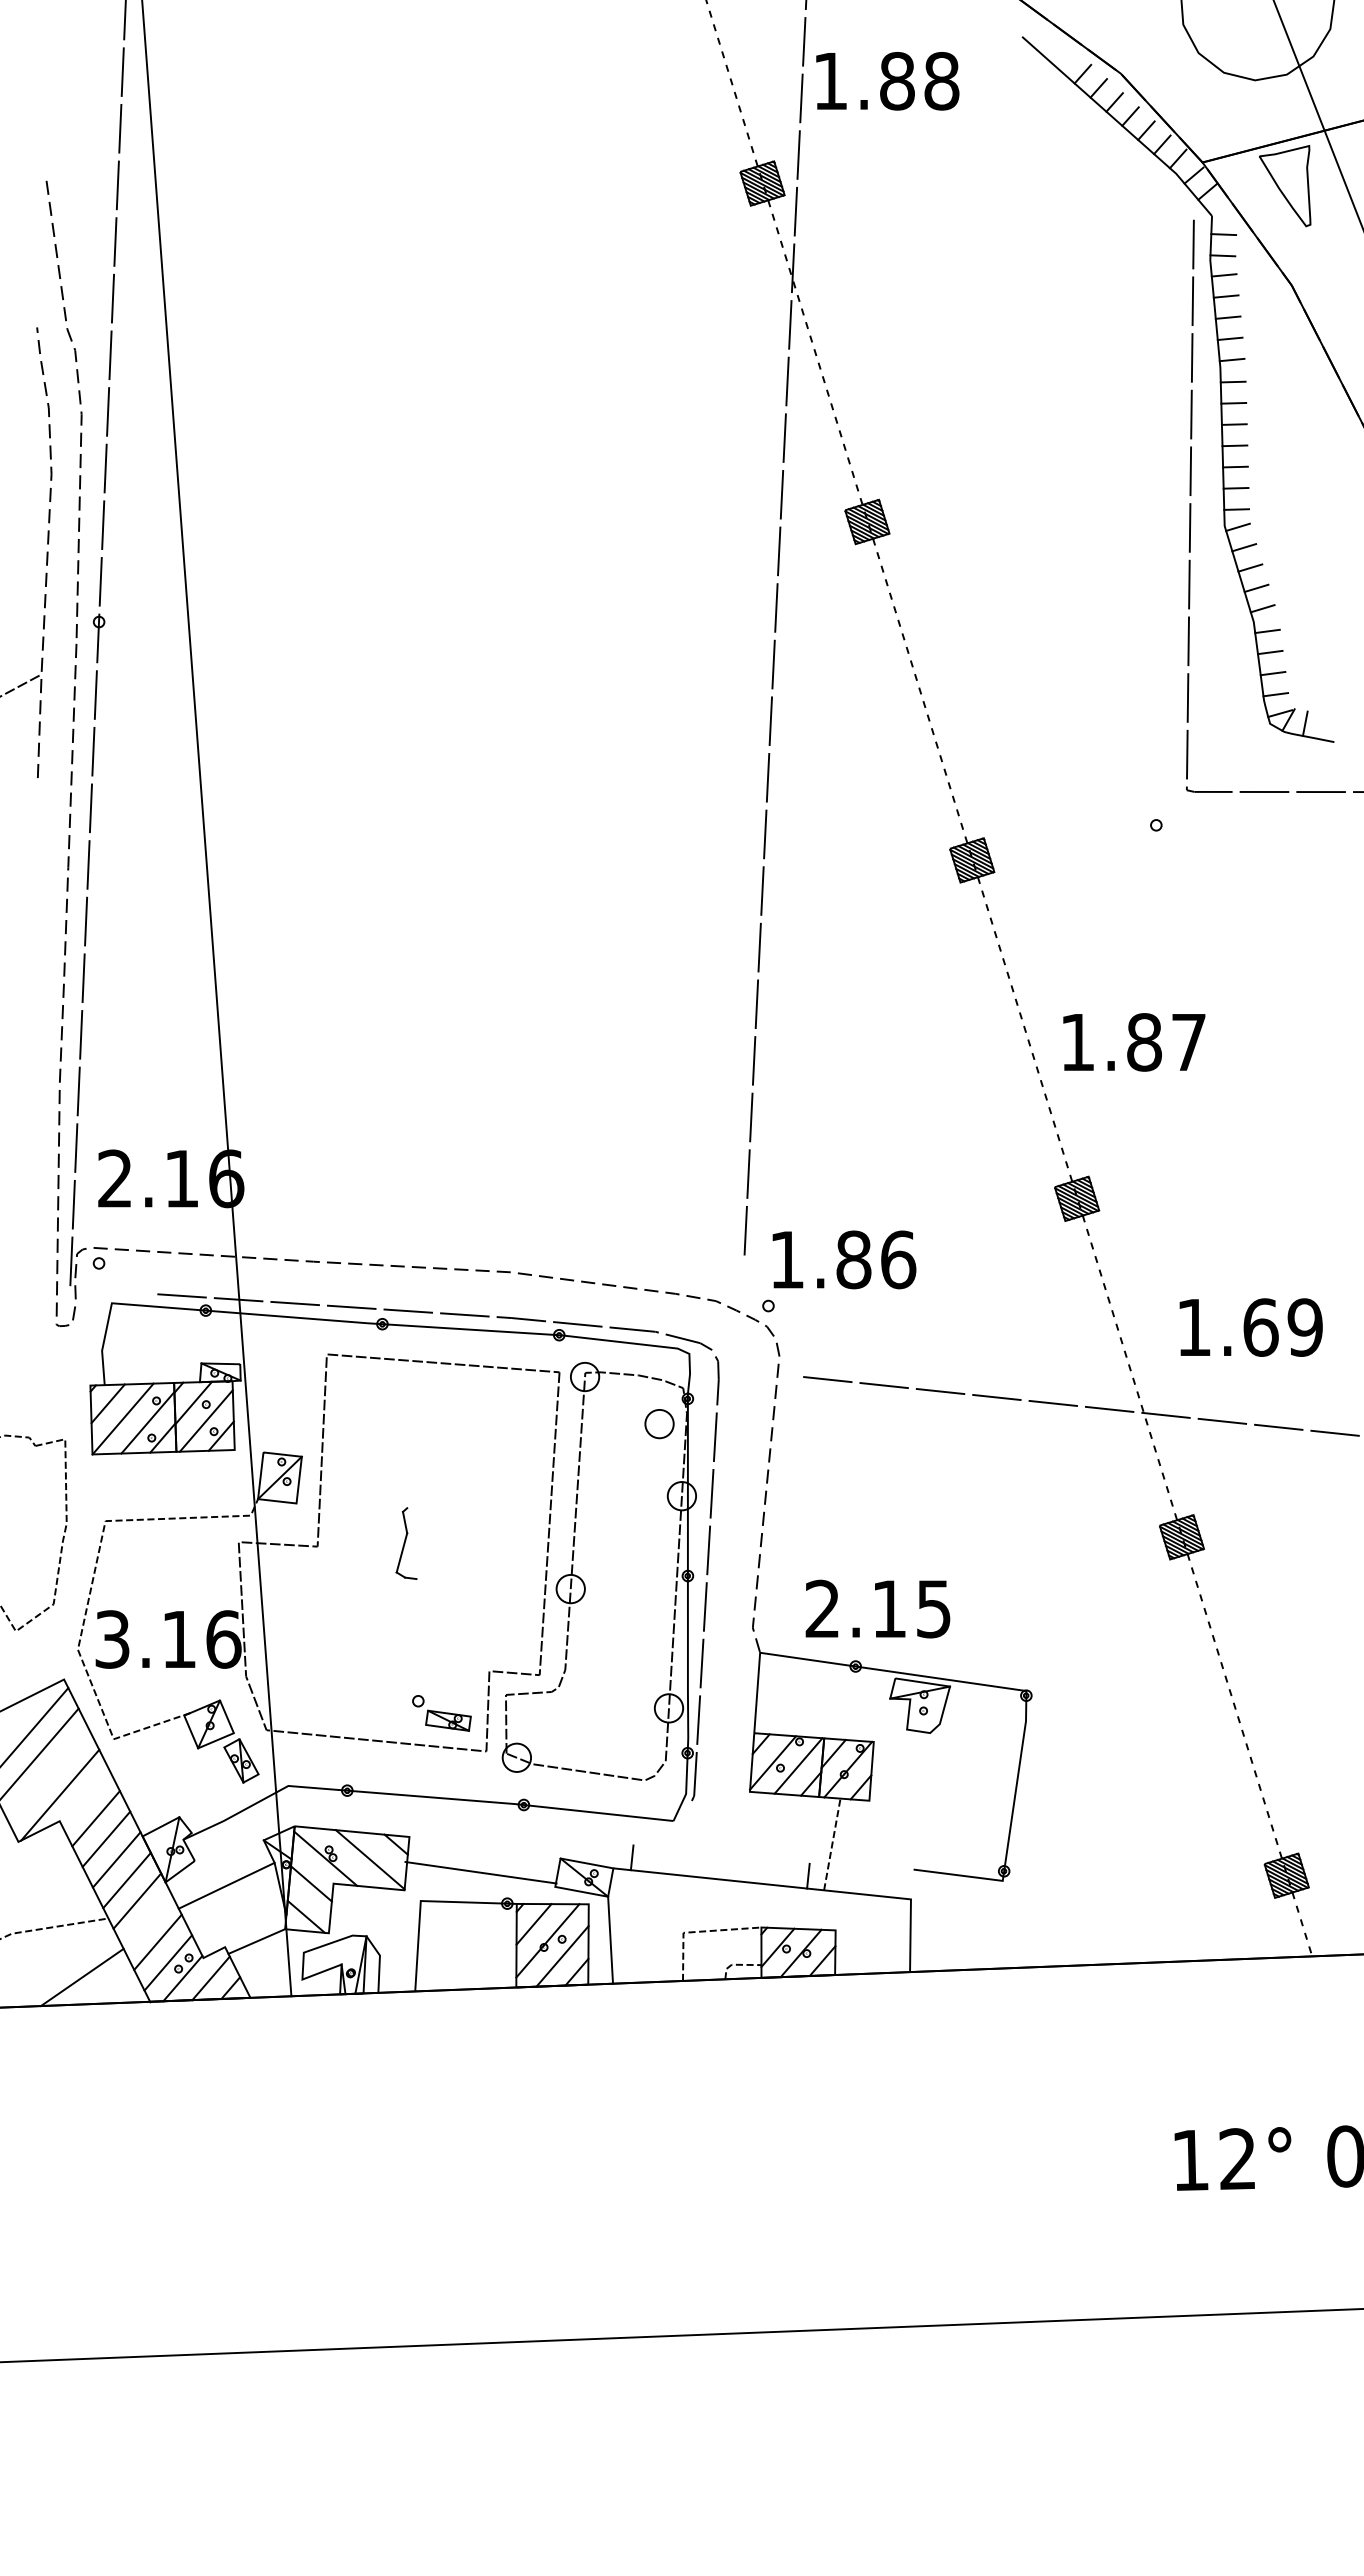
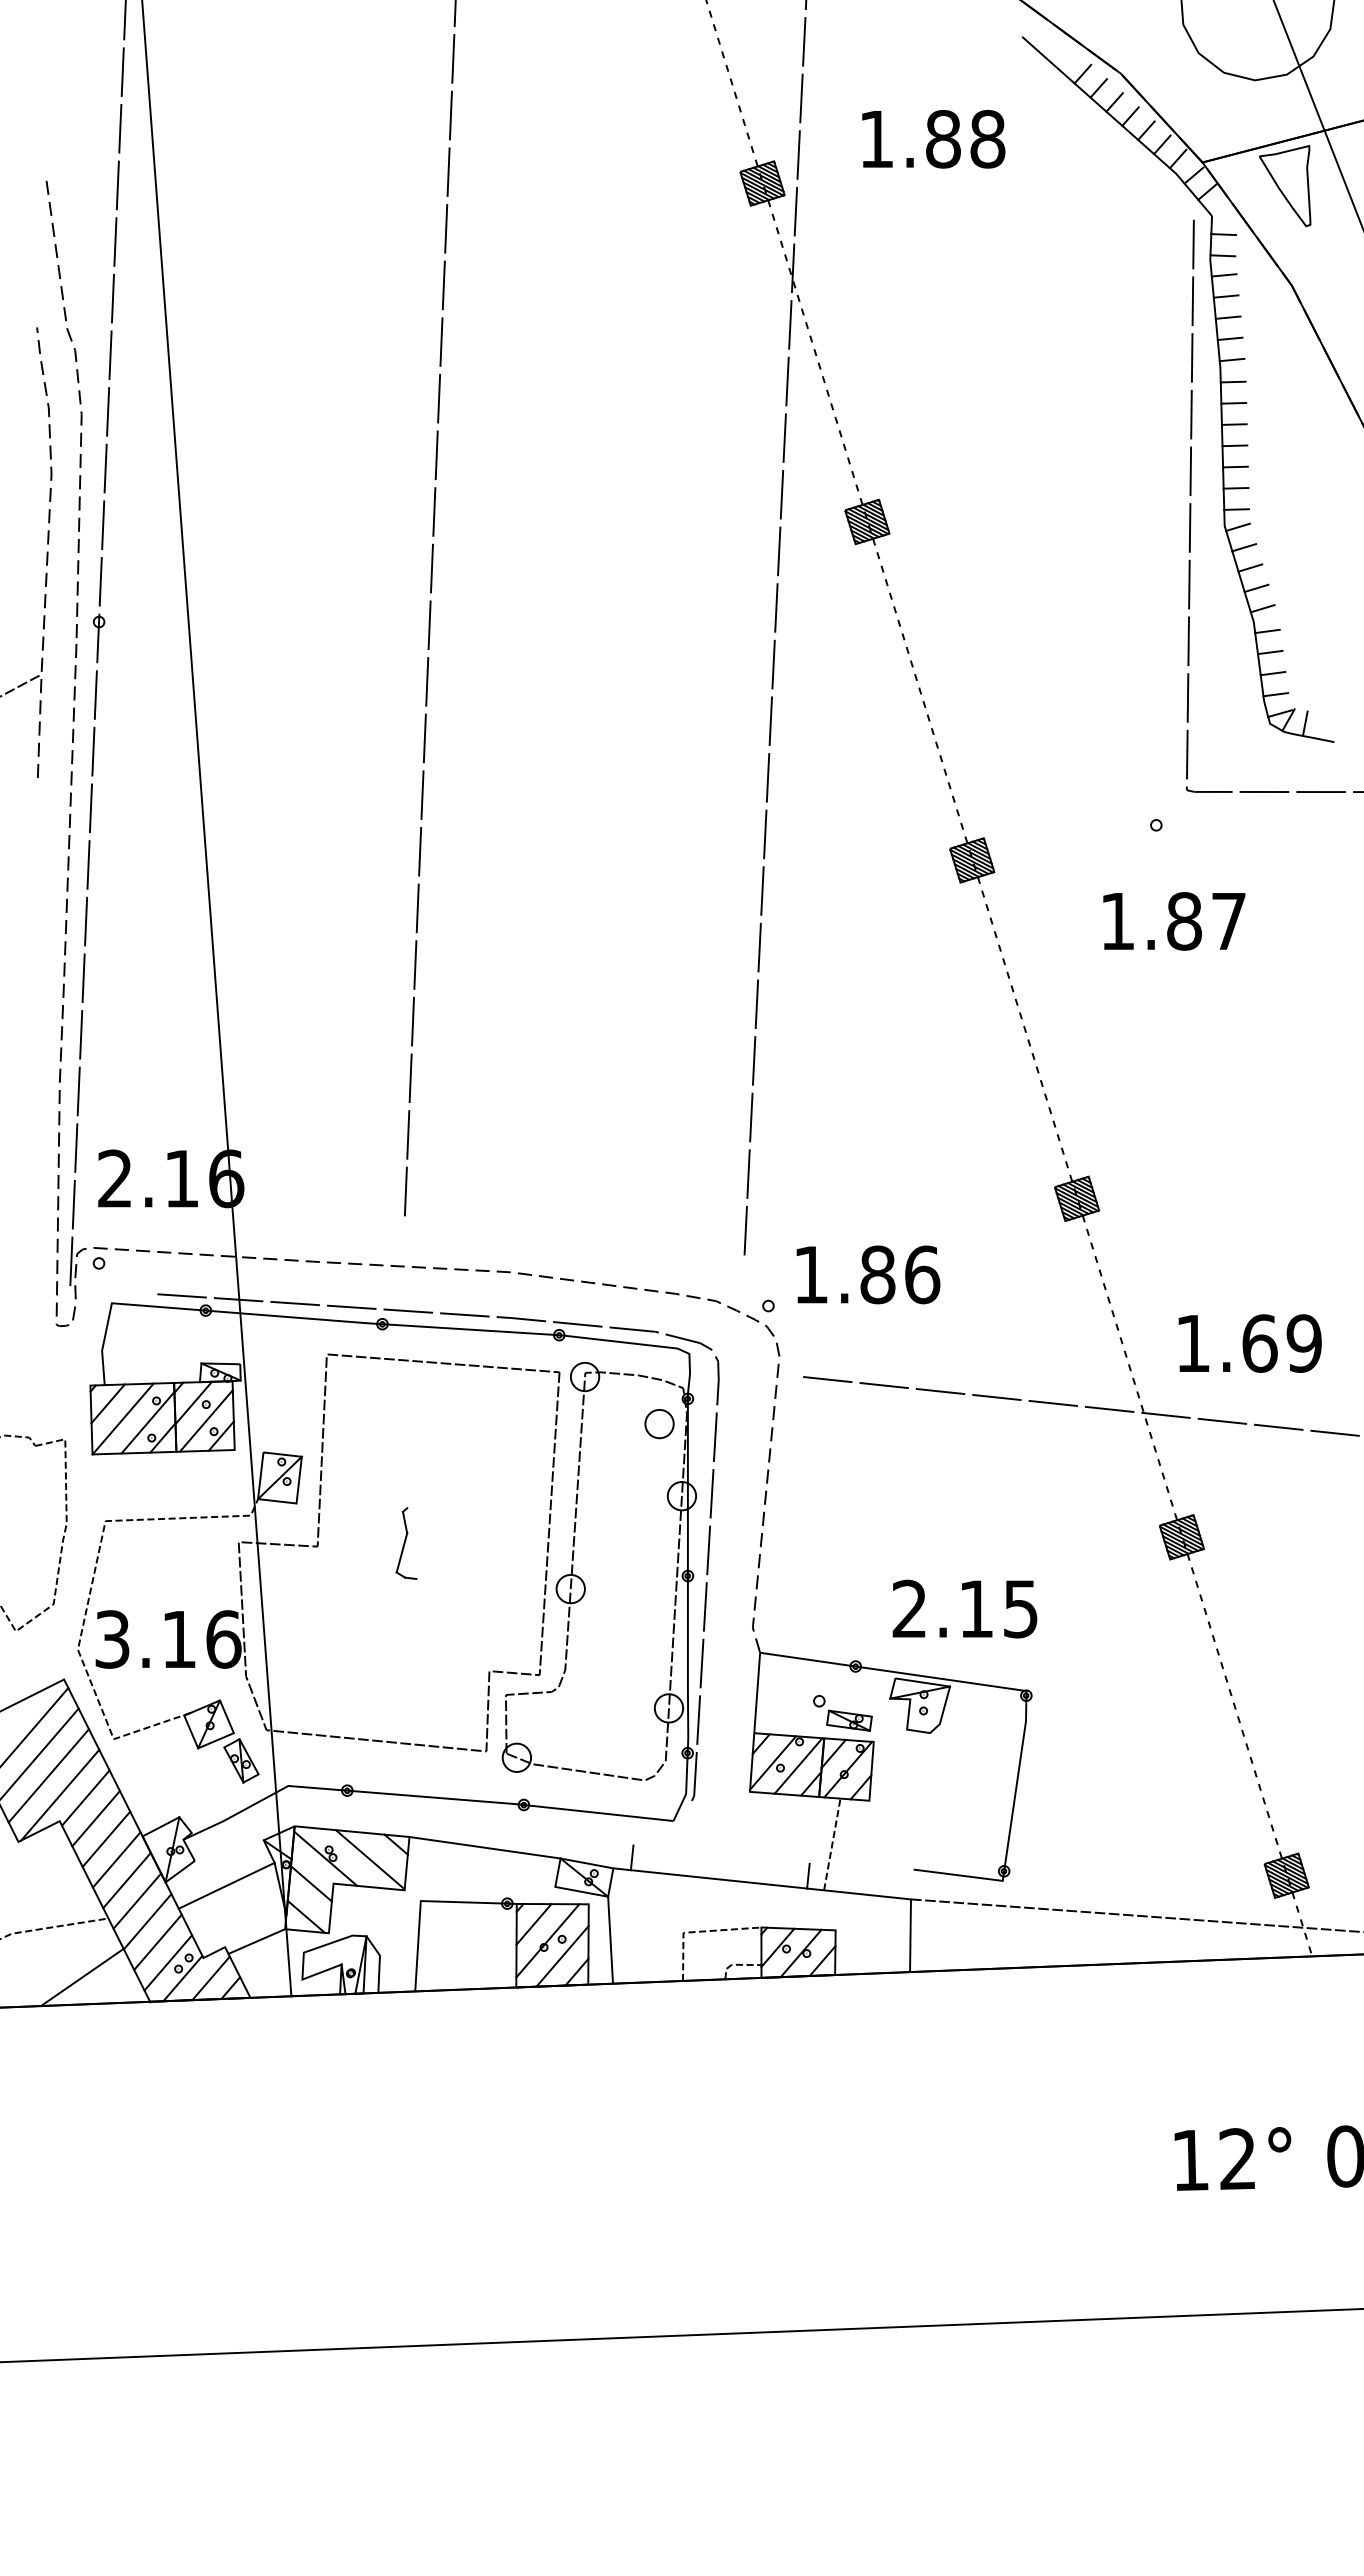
text at (887, 81) position: (887, 81) -> (933, 139)
line at (429, 609): none -> present
text at (1134, 1042) position: (1134, 1042) -> (1174, 921)
text at (844, 1259) position: (844, 1259) -> (868, 1274)
text at (1250, 1327) position: (1250, 1327) -> (1249, 1343)
text at (877, 1608) position: (877, 1608) -> (964, 1608)
part at (441, 1713) position: (441, 1713) -> (842, 1713)
line at (48, 1775): none -> present
line at (85, 1797): none -> present
line at (480, 1872) position: (480, 1872) -> (484, 1847)
line at (1135, 1915): none -> present
line at (147, 1921): none -> present
